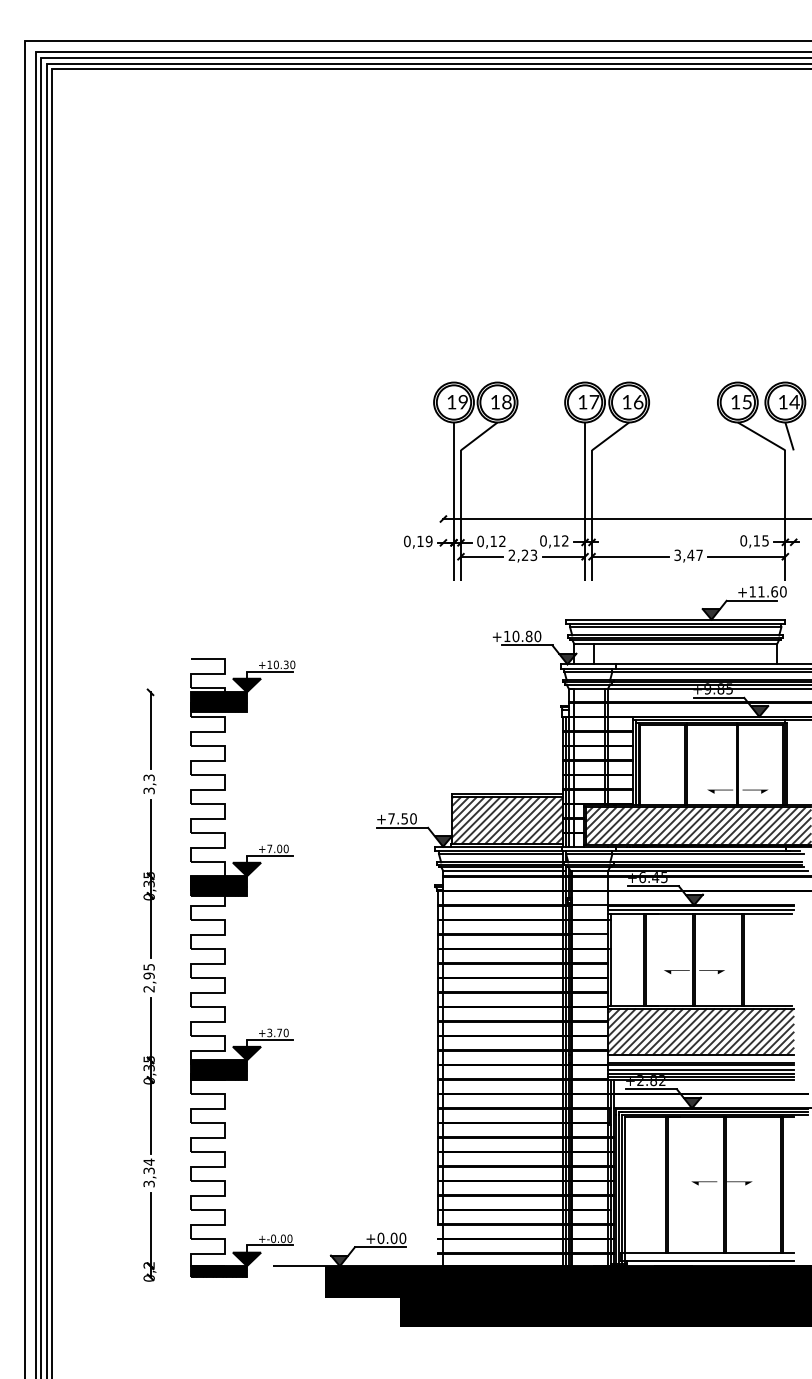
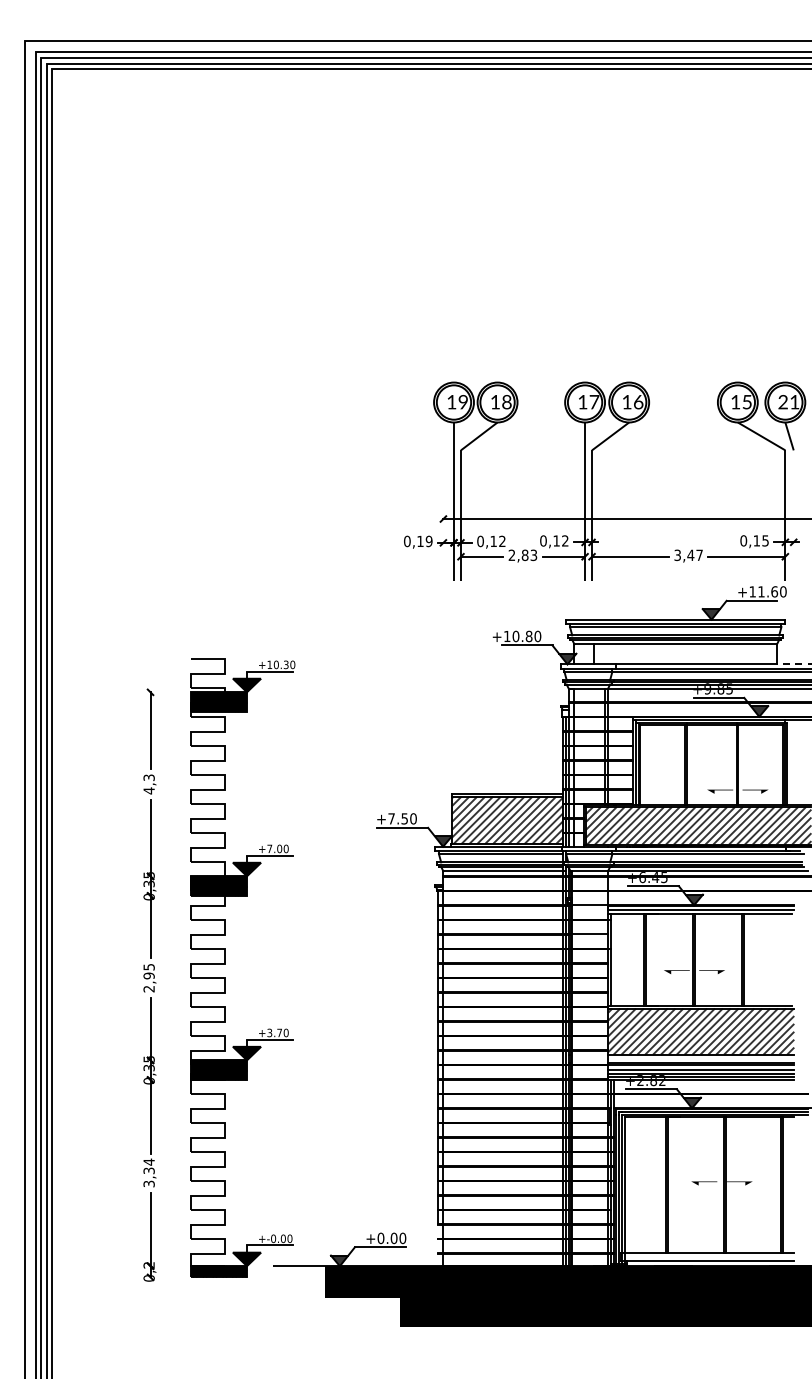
text at (788, 402): 14 -> 21
text at (524, 555): 2,23 -> 2,83
line at (793, 664): solid -> dashed
text at (148, 790): 3,3 -> 4,3
